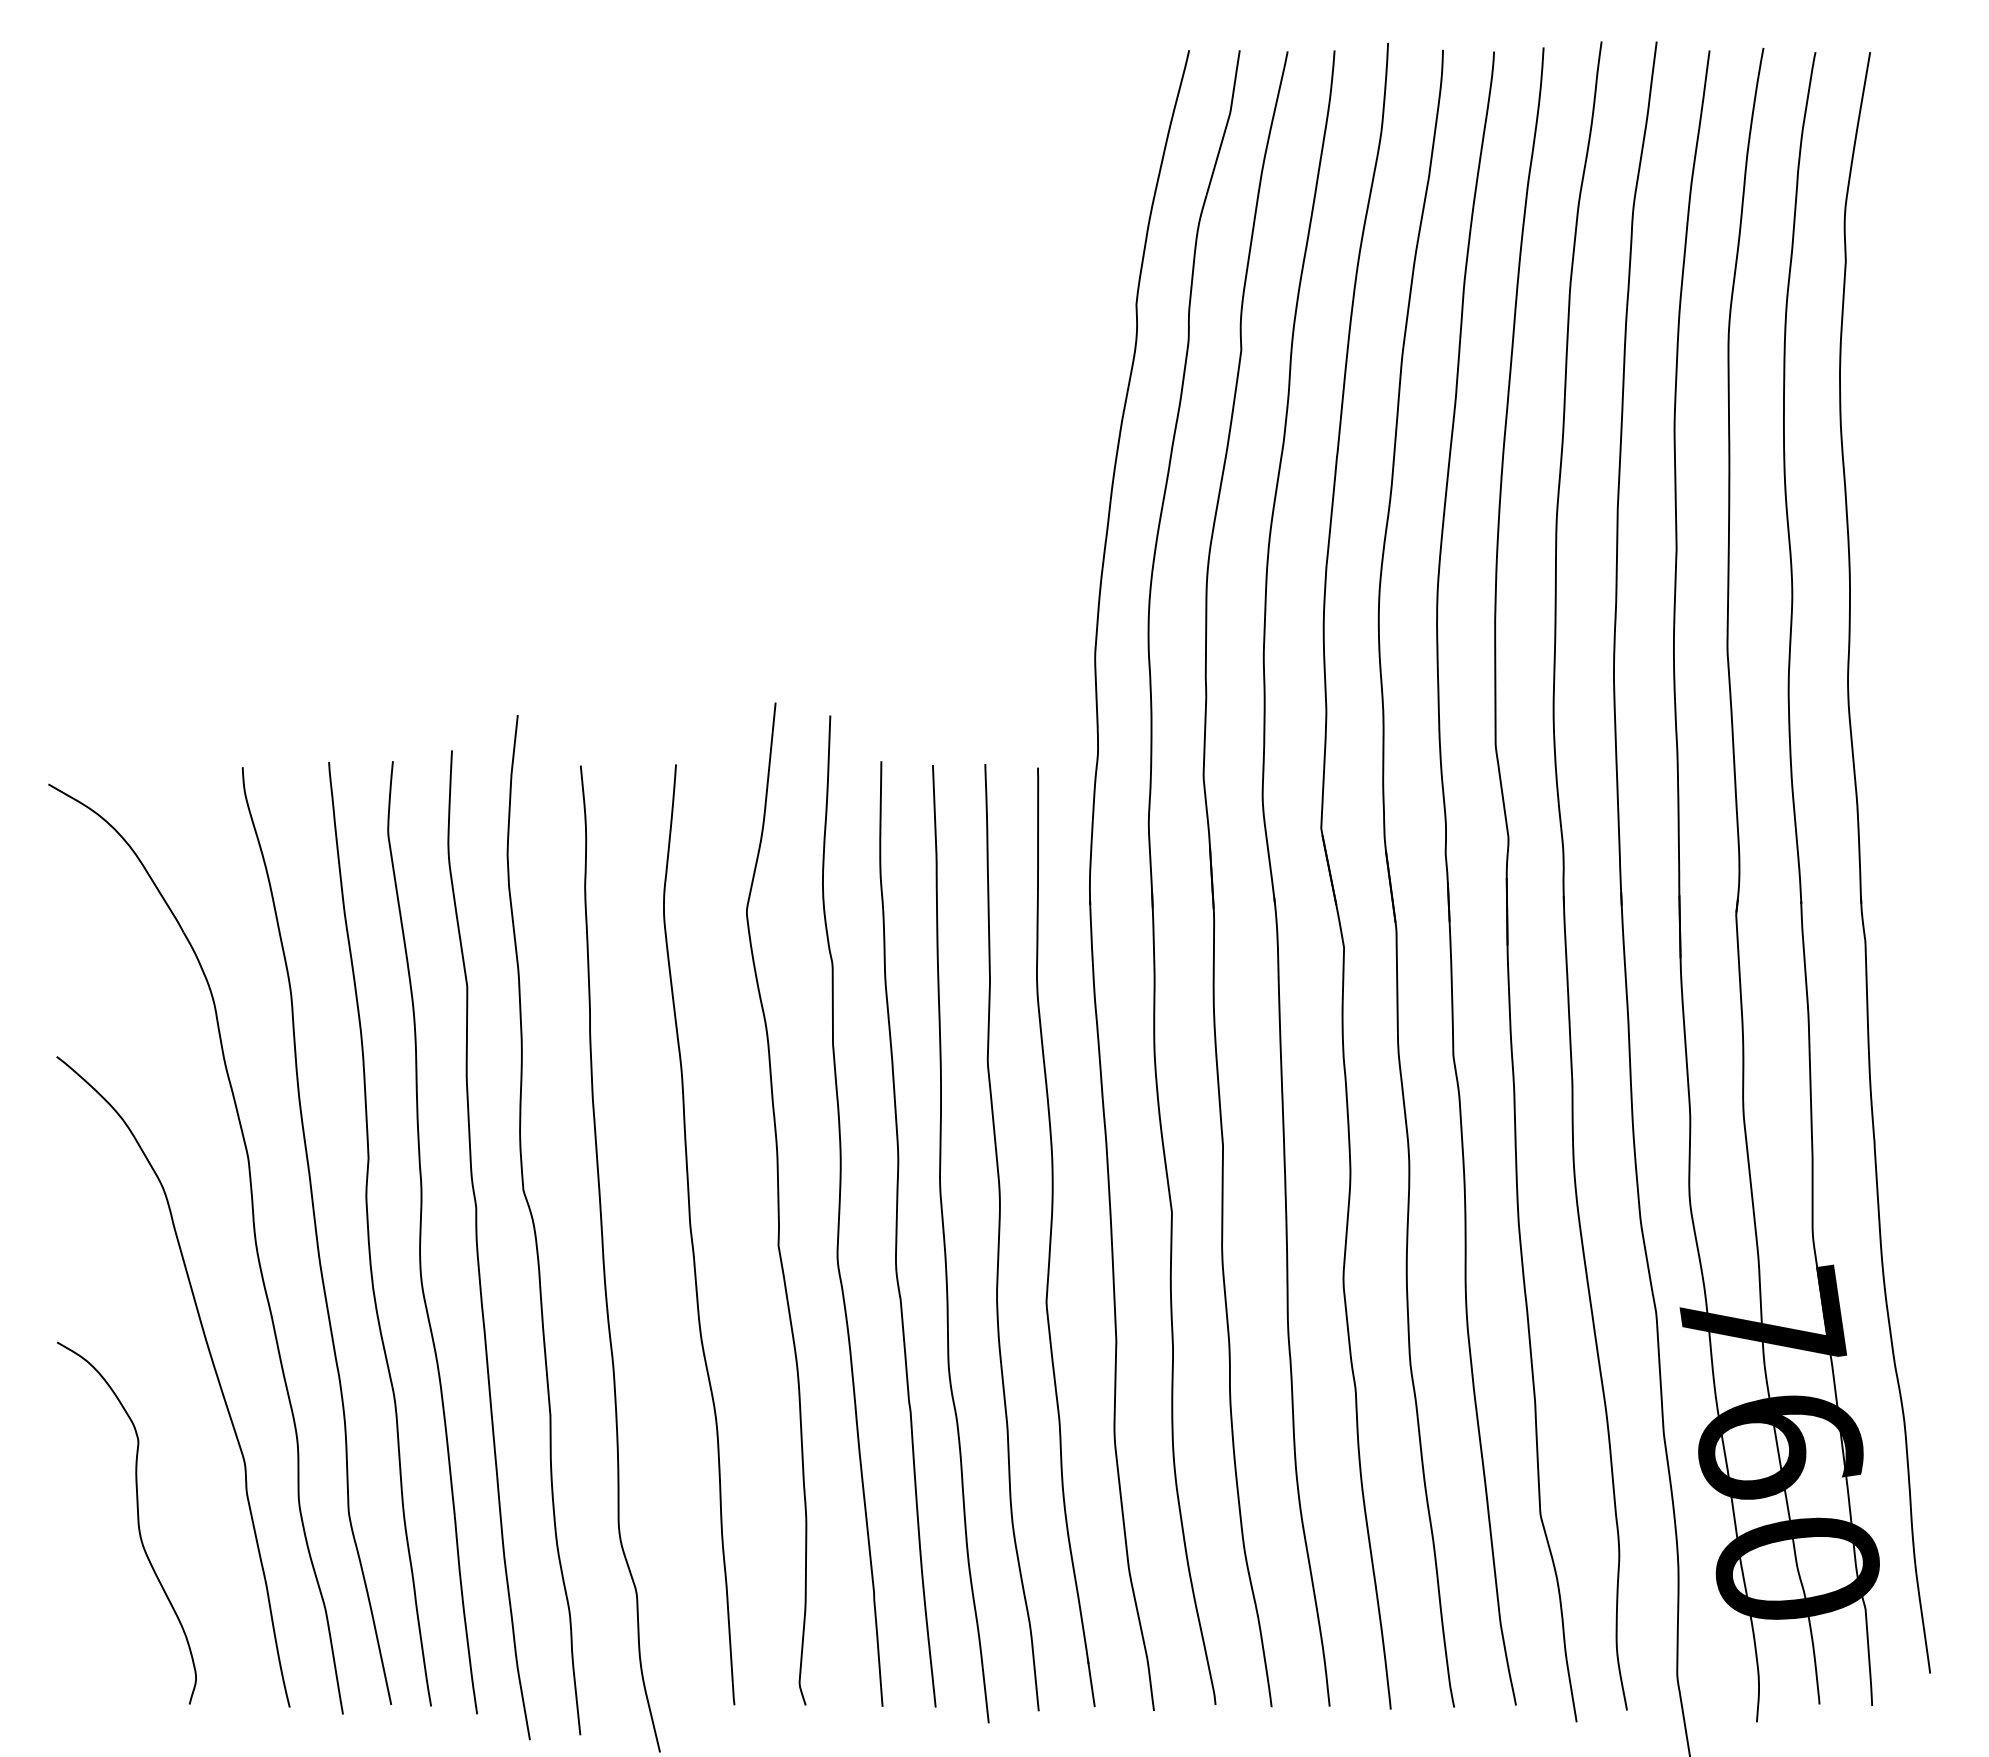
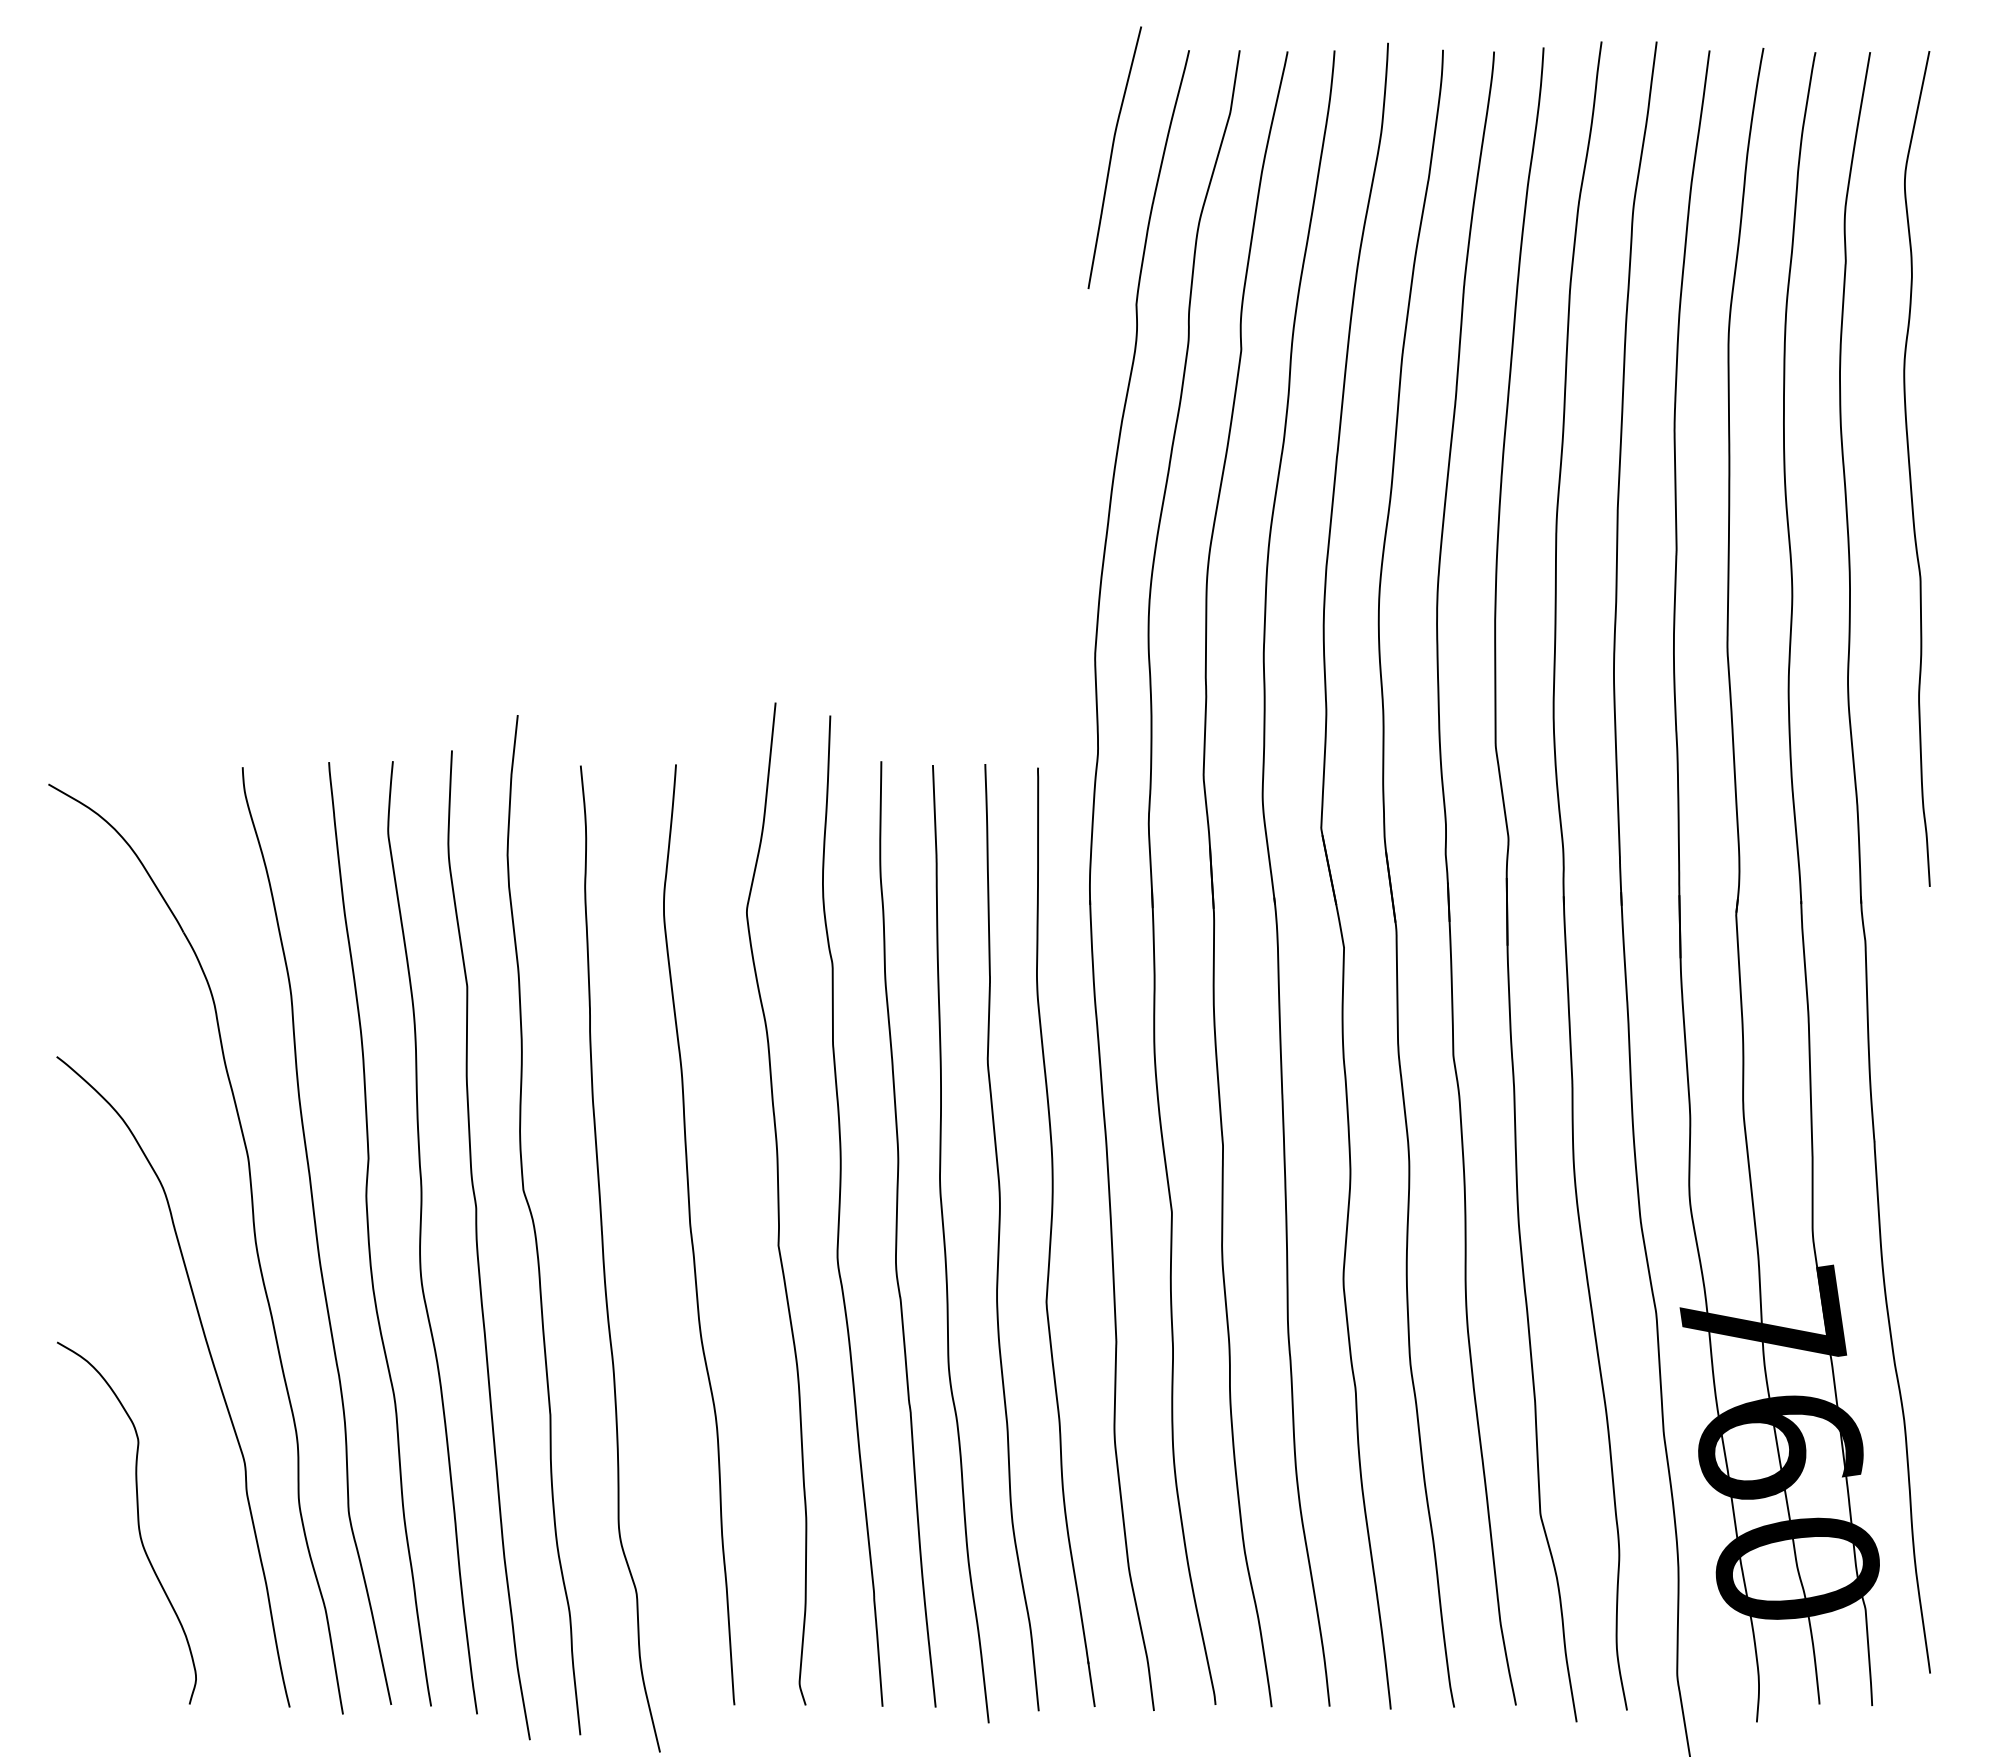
curve at (1112, 155): none -> present
curve at (1910, 468): none -> present
